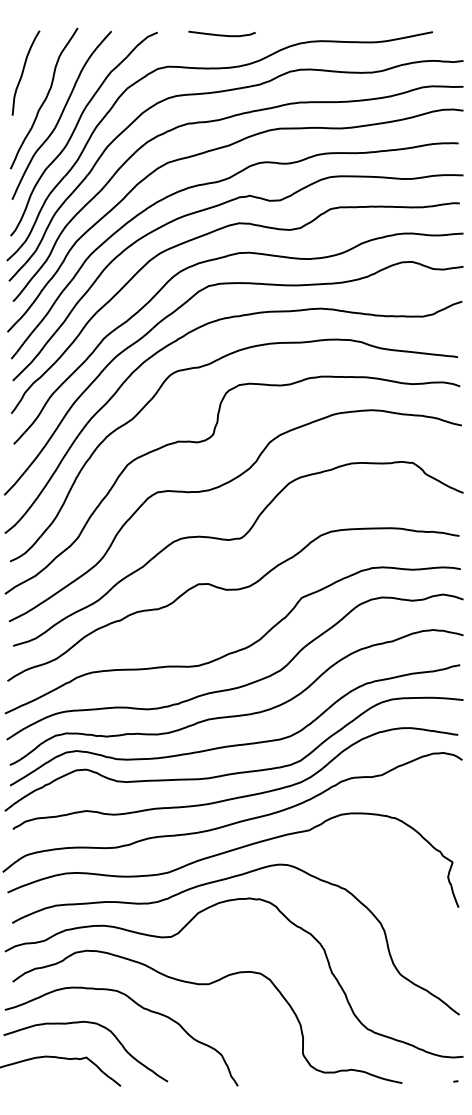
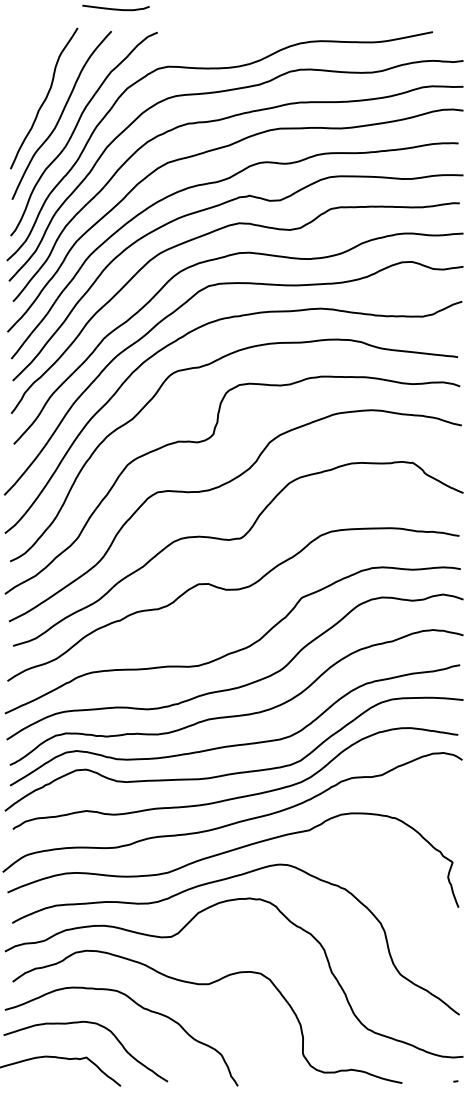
curve at (221, 34) position: (221, 34) -> (115, 8)
curve at (23, 72): present -> none
